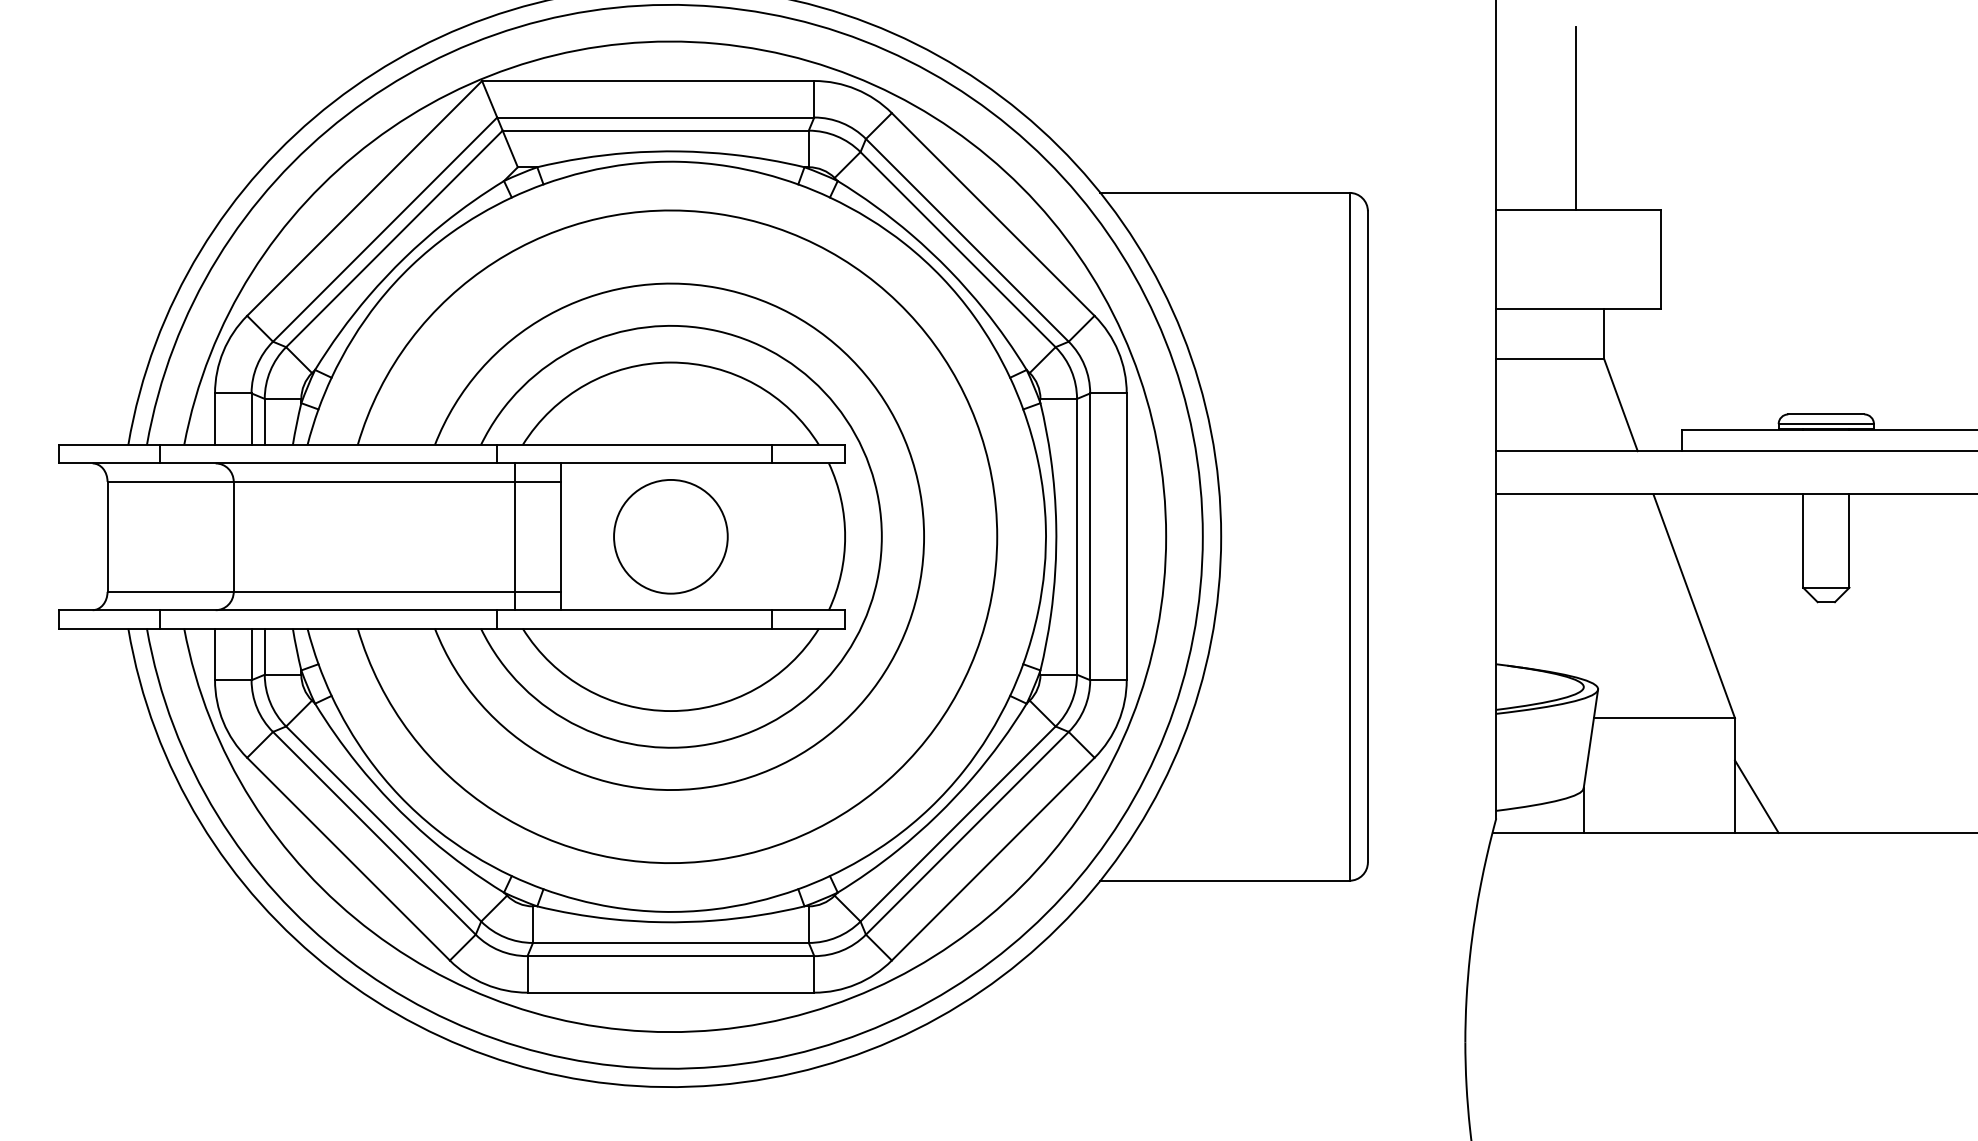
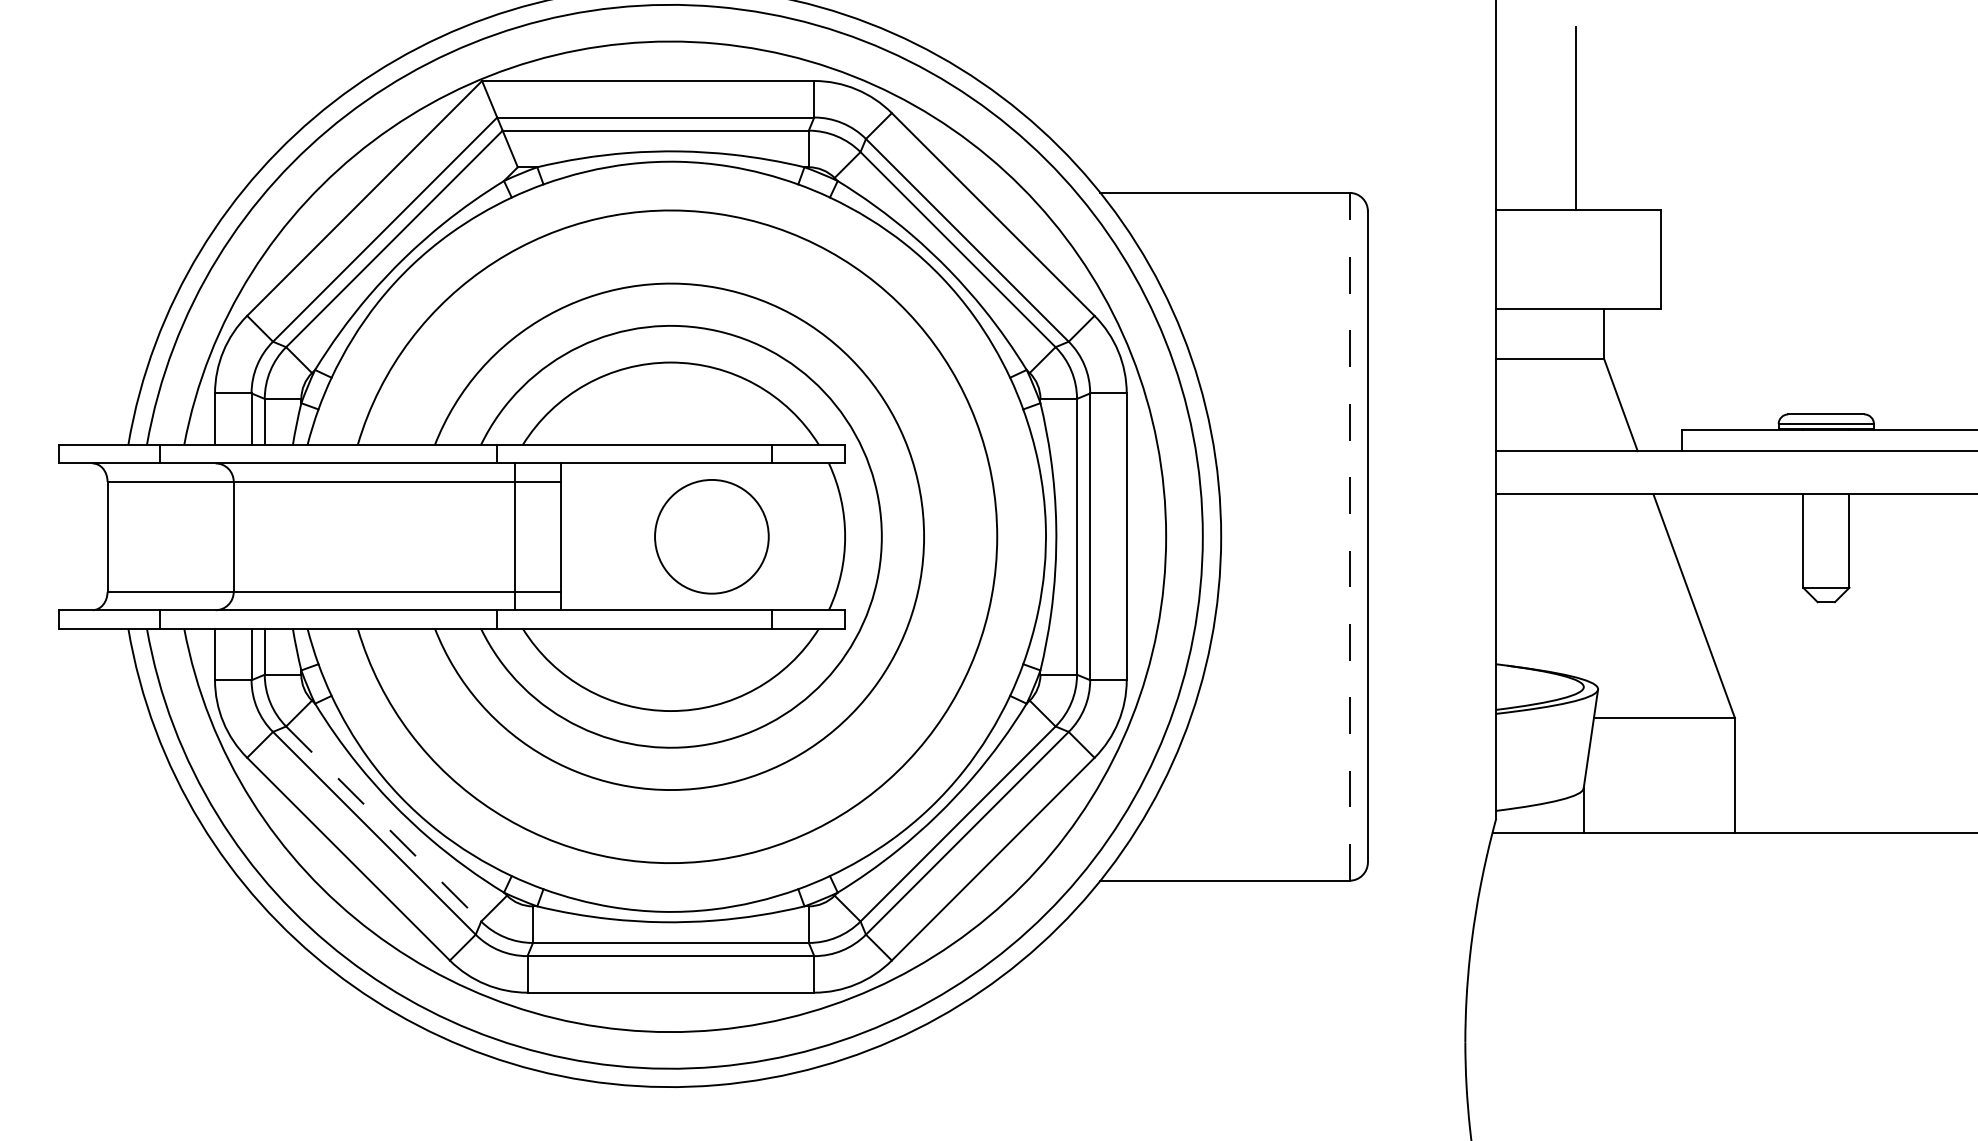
circle at (670, 536) position: (670, 536) -> (711, 536)
line at (1349, 536): solid -> dashed
line at (1756, 796): present -> none
line at (383, 824): solid -> dashed
